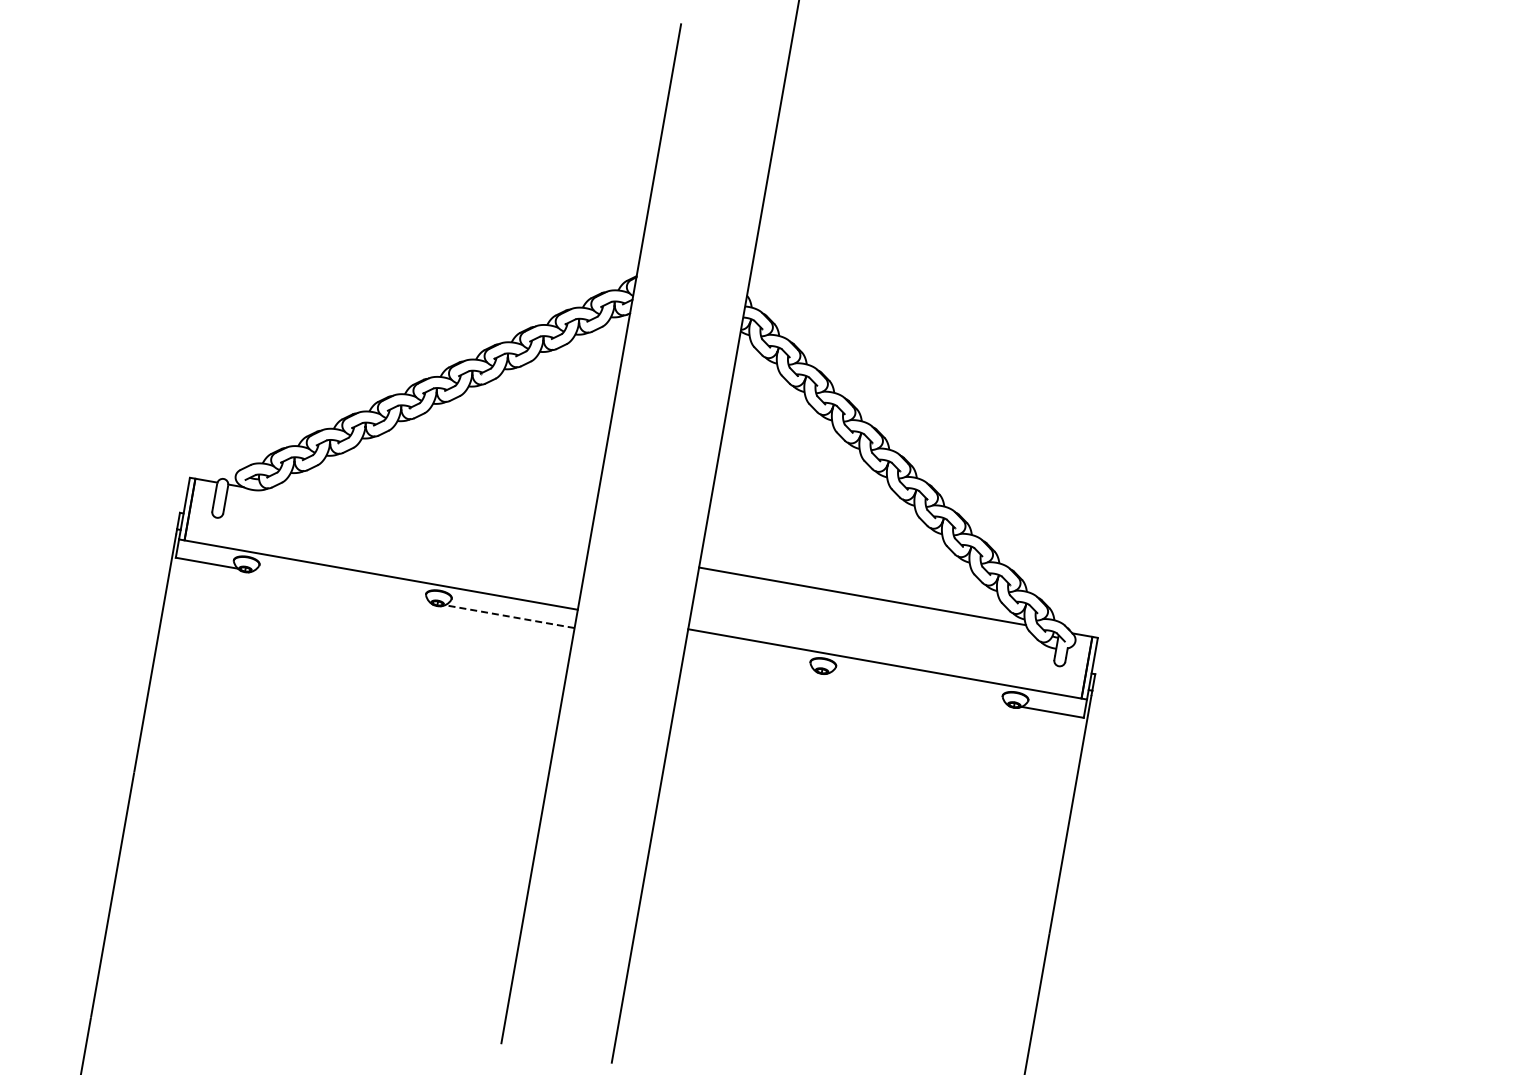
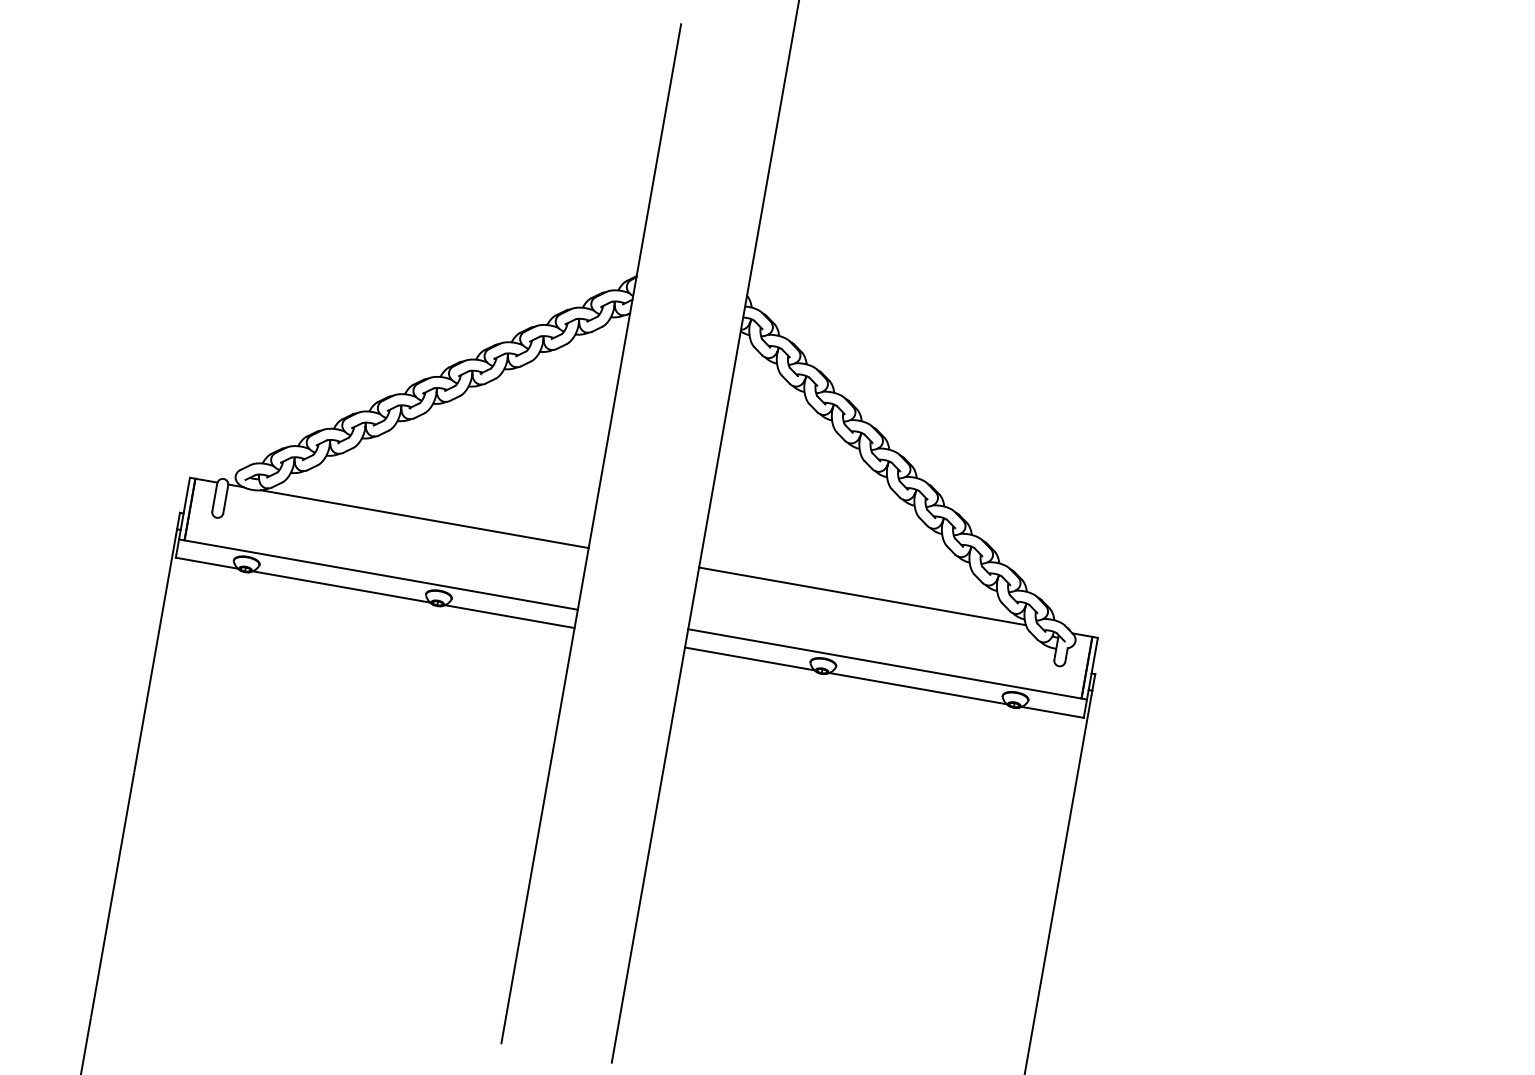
line at (424, 519): none -> present
line at (341, 586): none -> present
line at (509, 616): dashed -> solid
line at (749, 658): none -> present
line at (917, 688): none -> present
